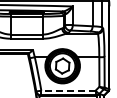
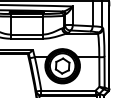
line at (67, 90): dashed -> solid
